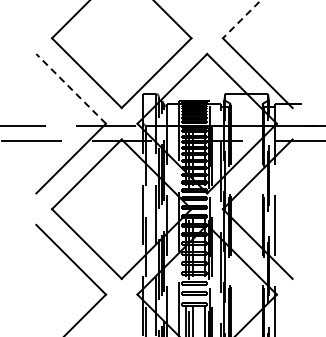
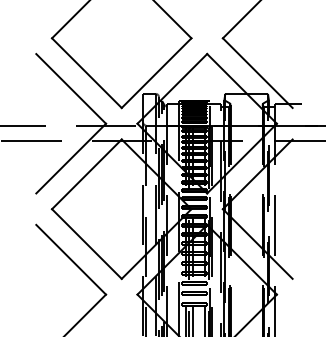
line at (241, 19): dashed -> solid
line at (70, 88): dashed -> solid
